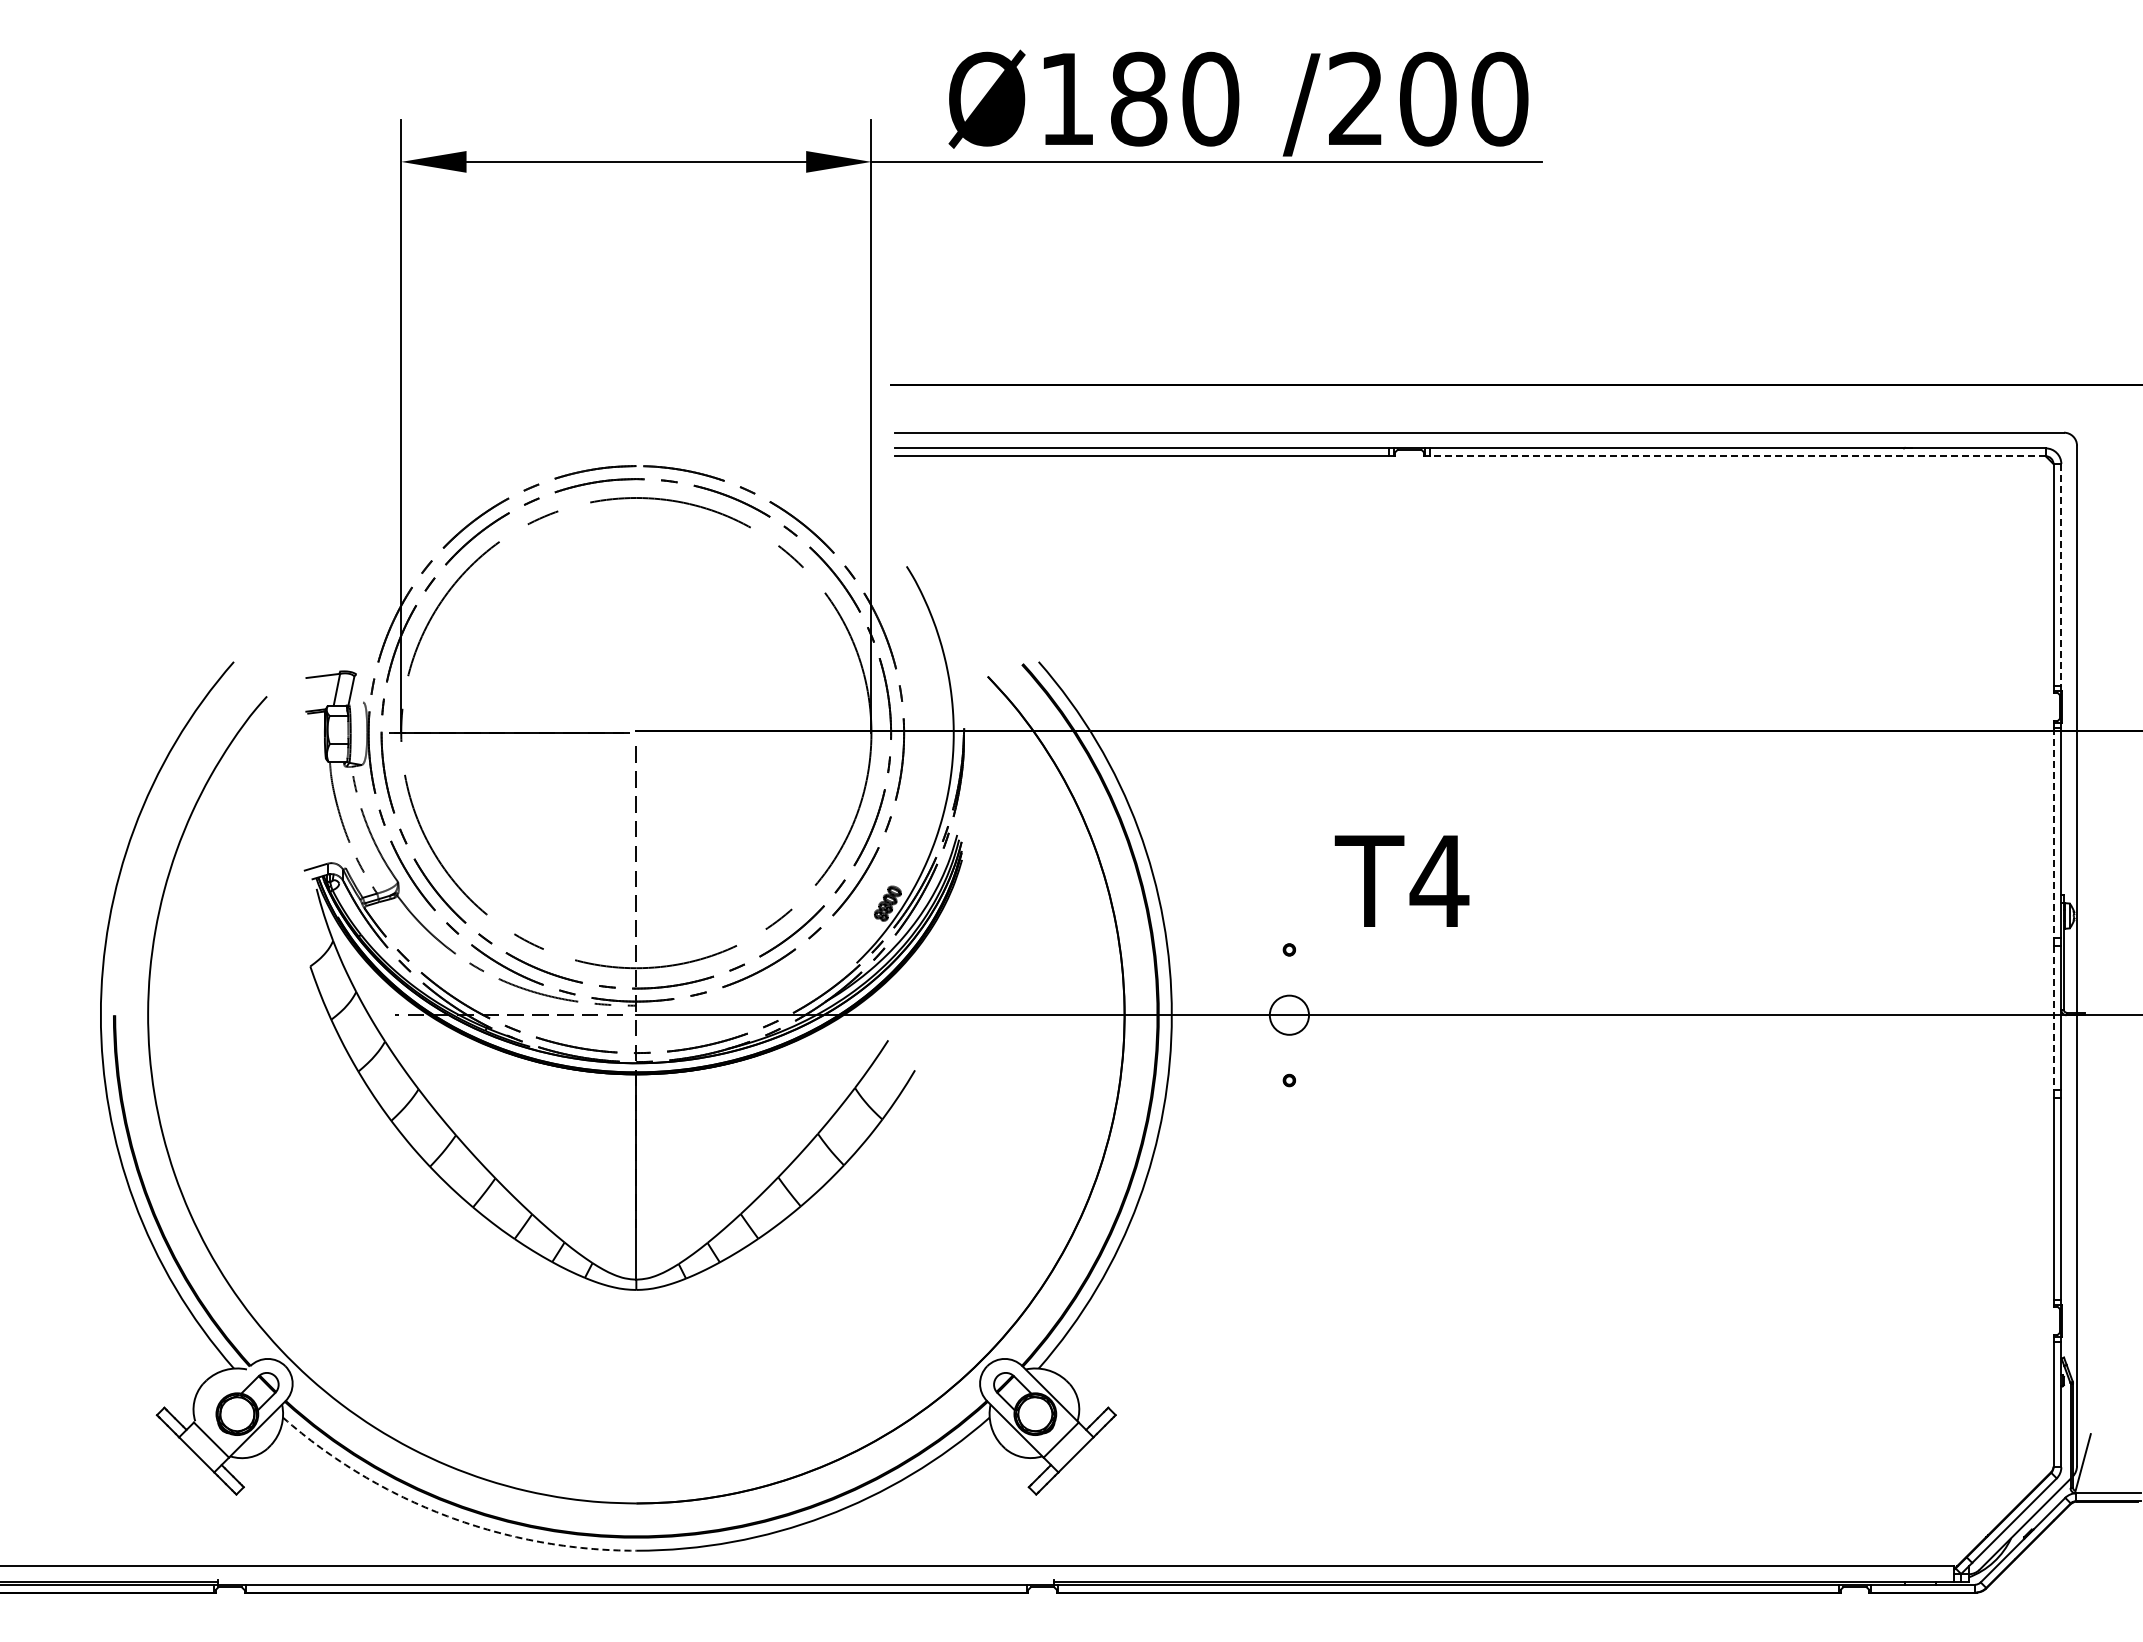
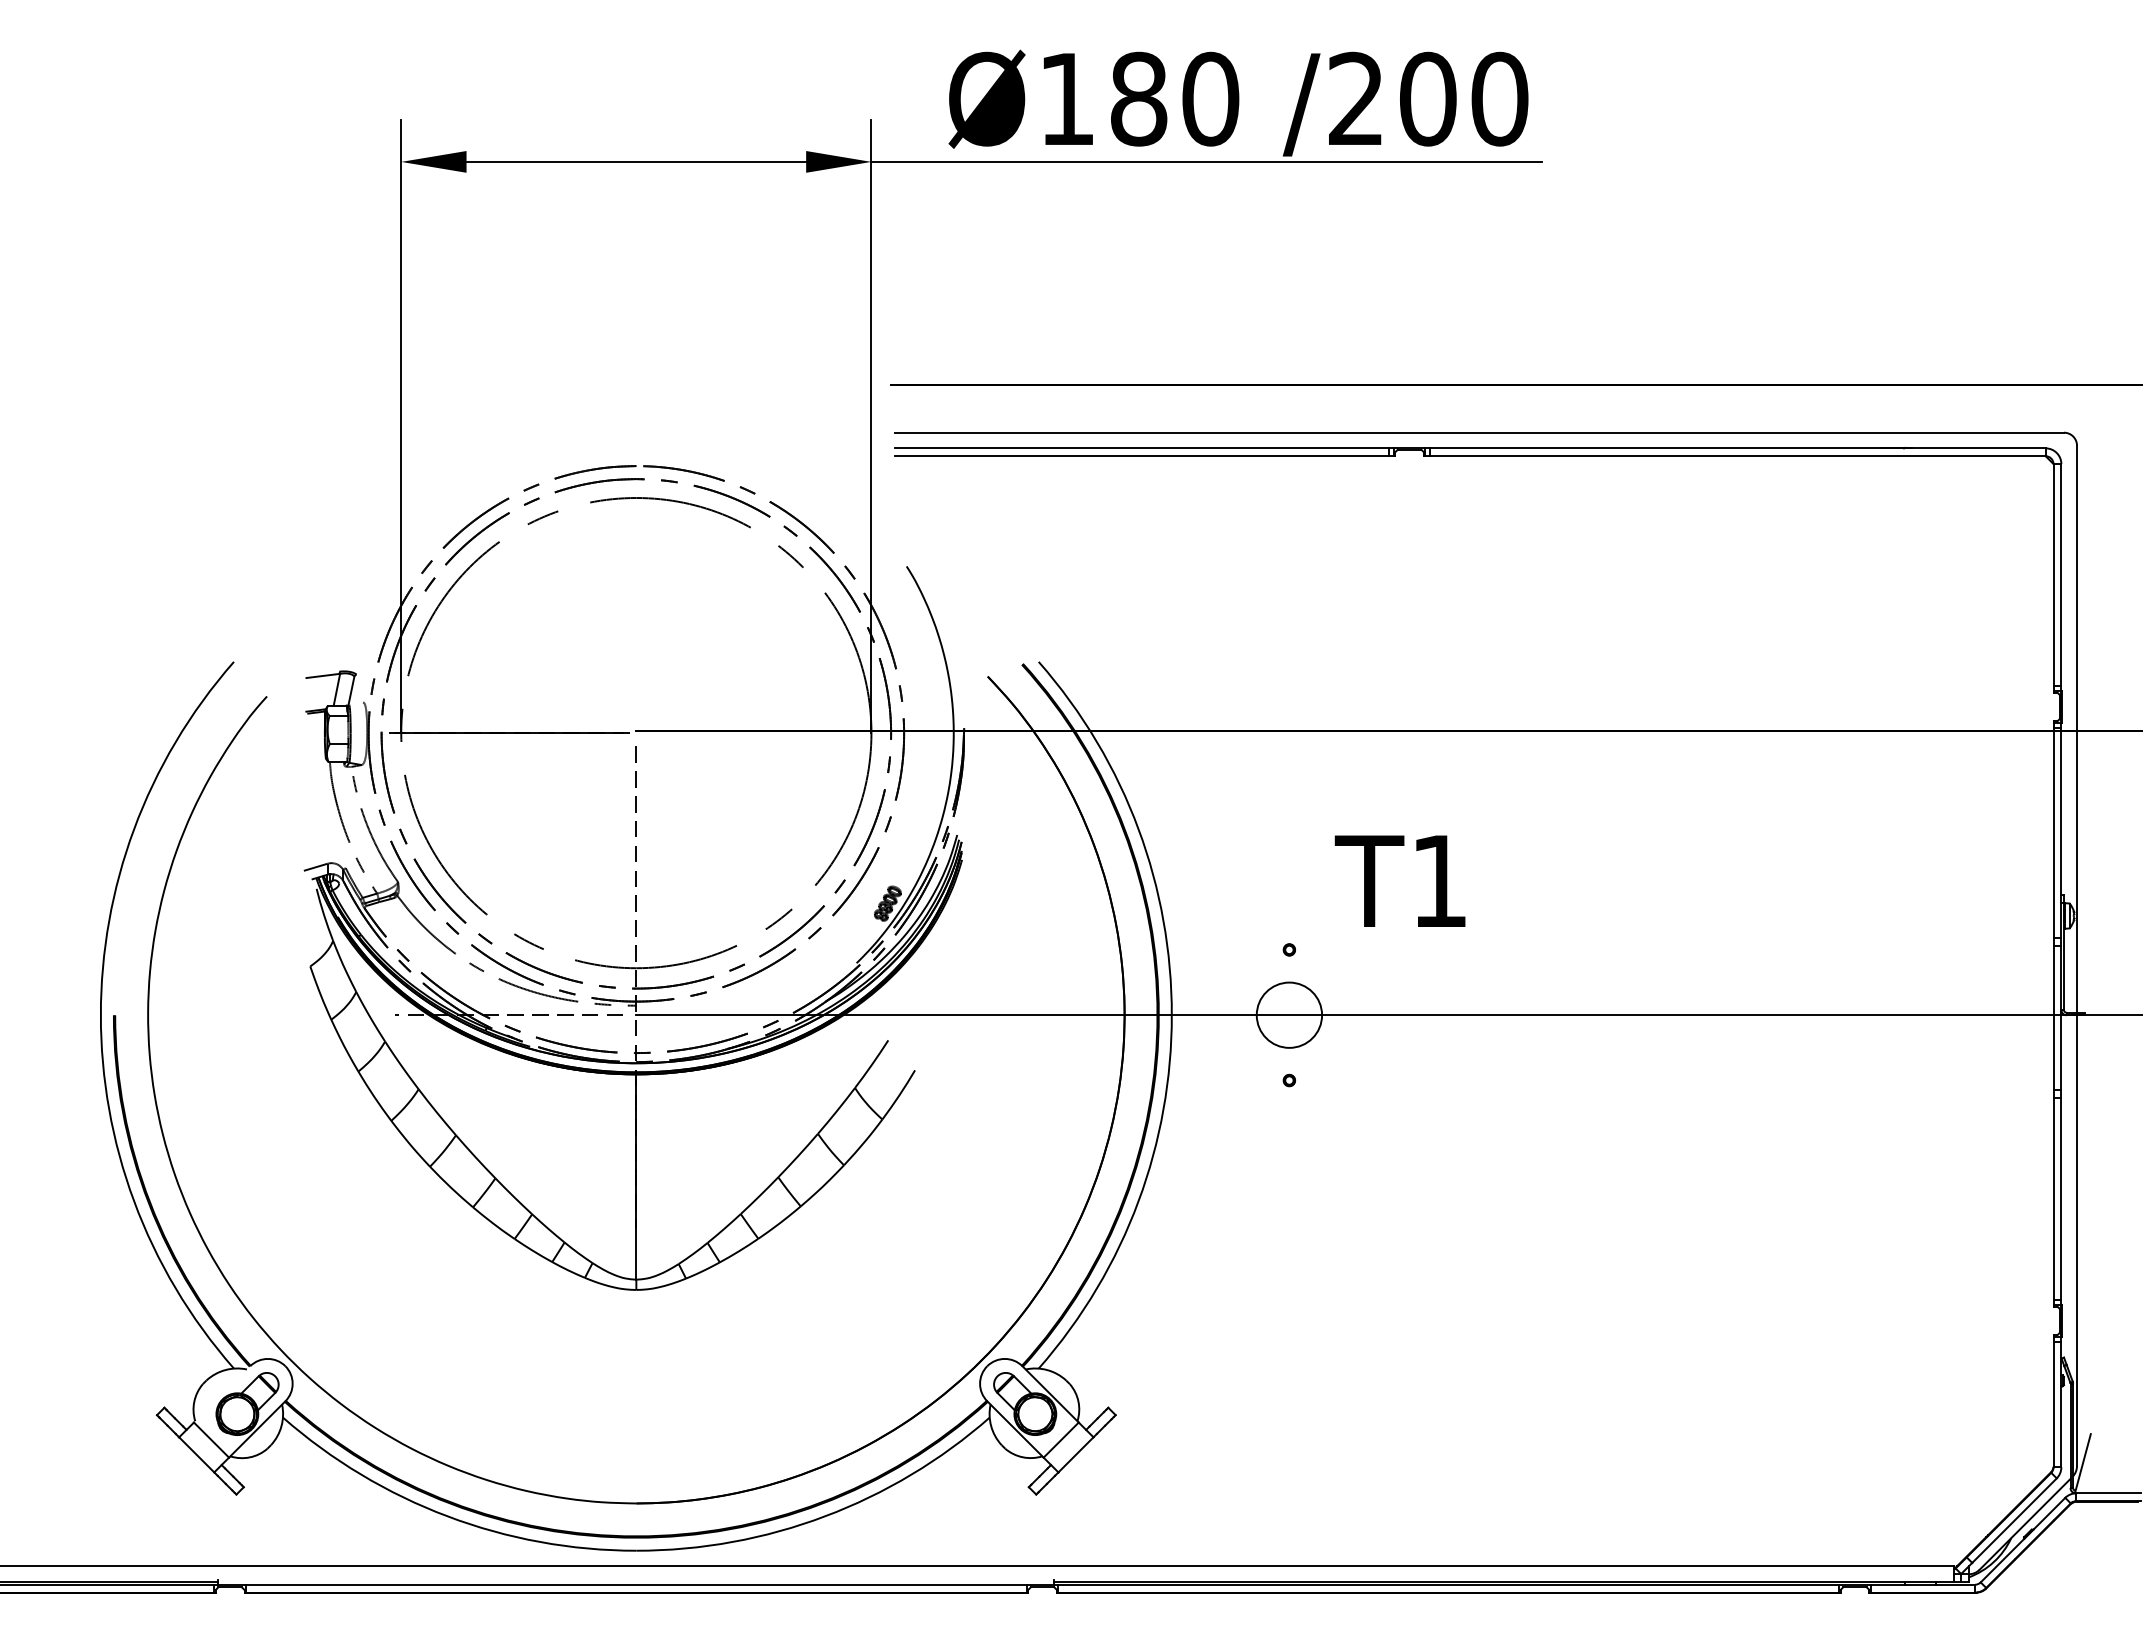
line at (1738, 456): dashed -> solid
line at (2061, 575): dashed -> solid
line at (2053, 833): dashed -> solid
text at (1439, 880): T4 -> T1
circle at (1289, 1014) diameter: 39 px -> 65 px
line at (2053, 1017): dashed -> solid
arc at (447, 1516): dashed -> solid
